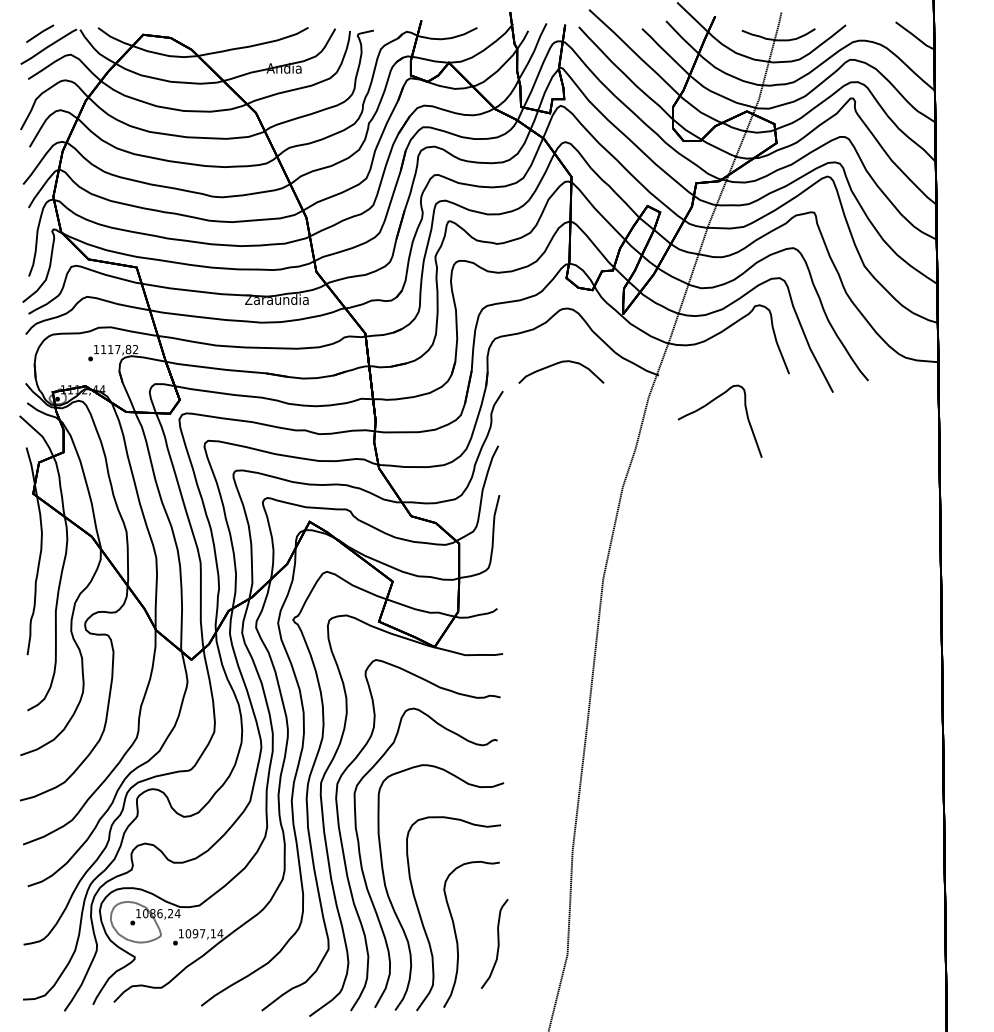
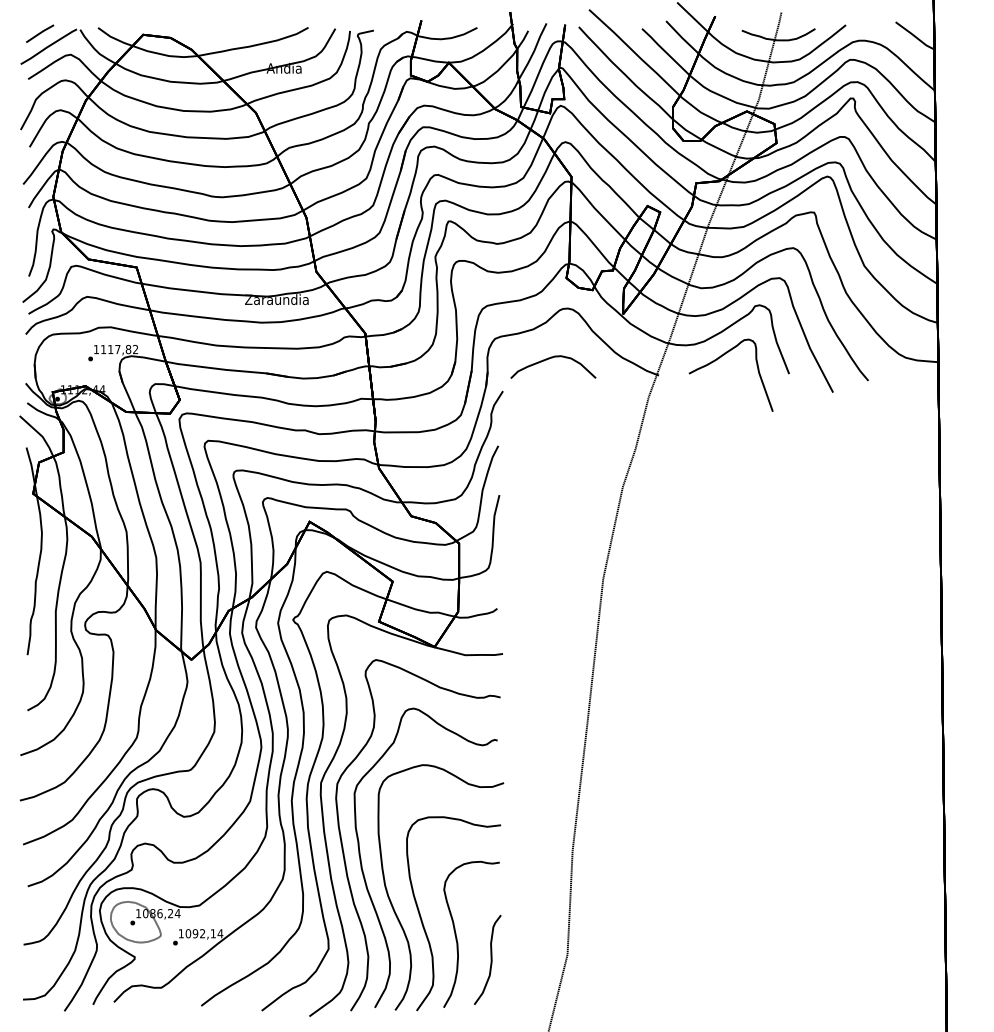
curve at (560, 363) position: (560, 363) -> (552, 358)
curve at (707, 405) position: (707, 405) -> (718, 359)
text at (202, 933): 1097,14 -> 1092,14
part at (494, 943) position: (494, 943) -> (487, 959)
